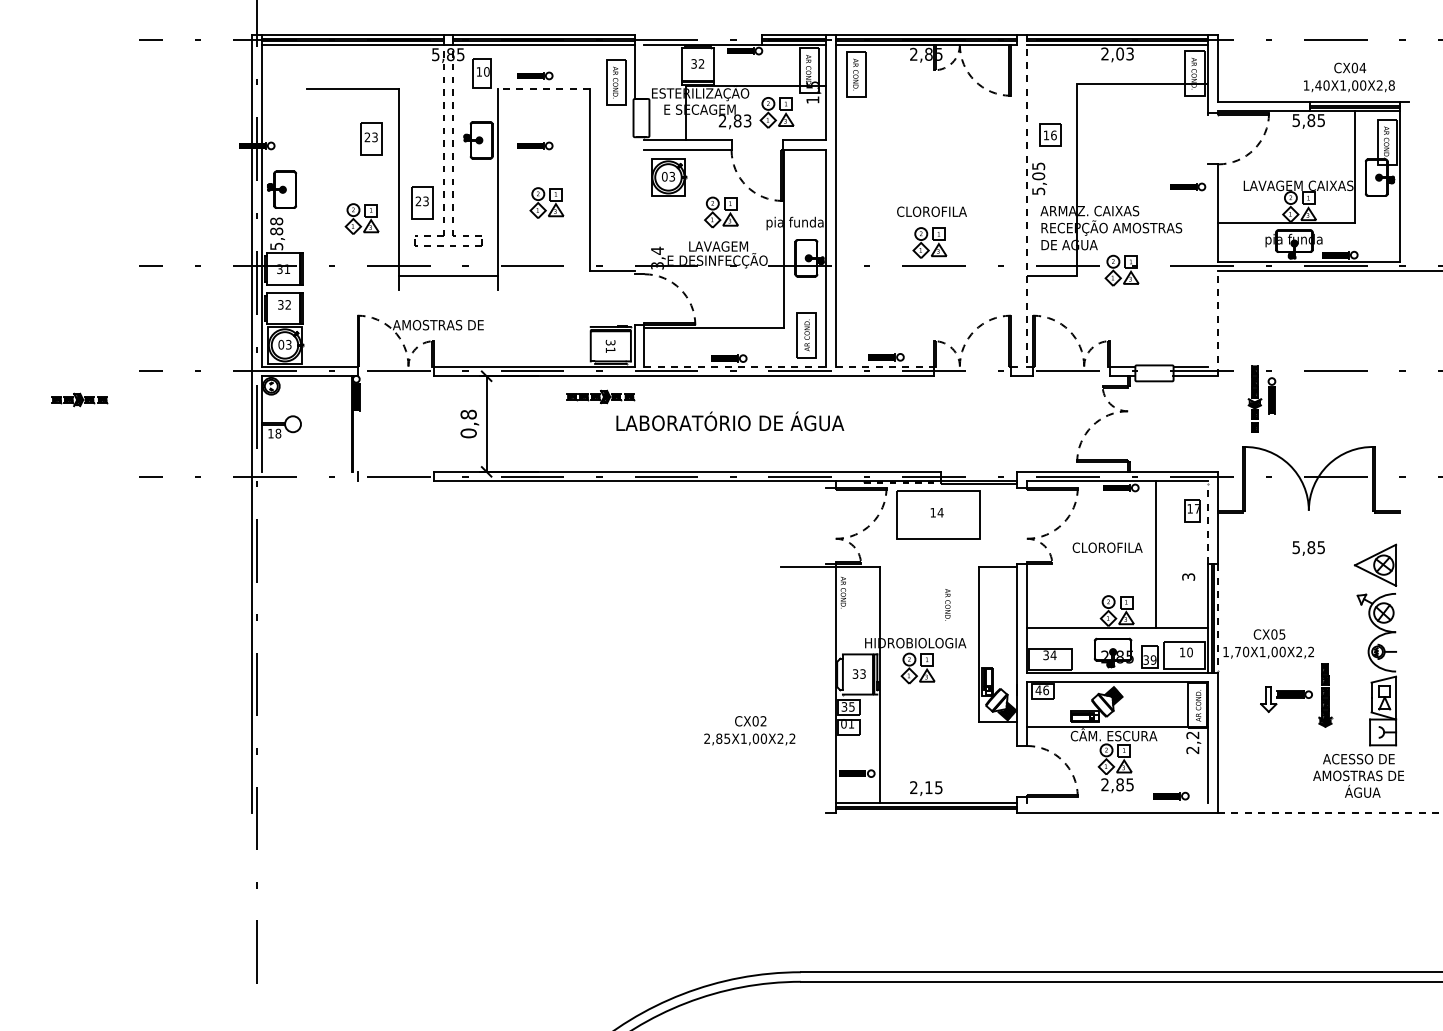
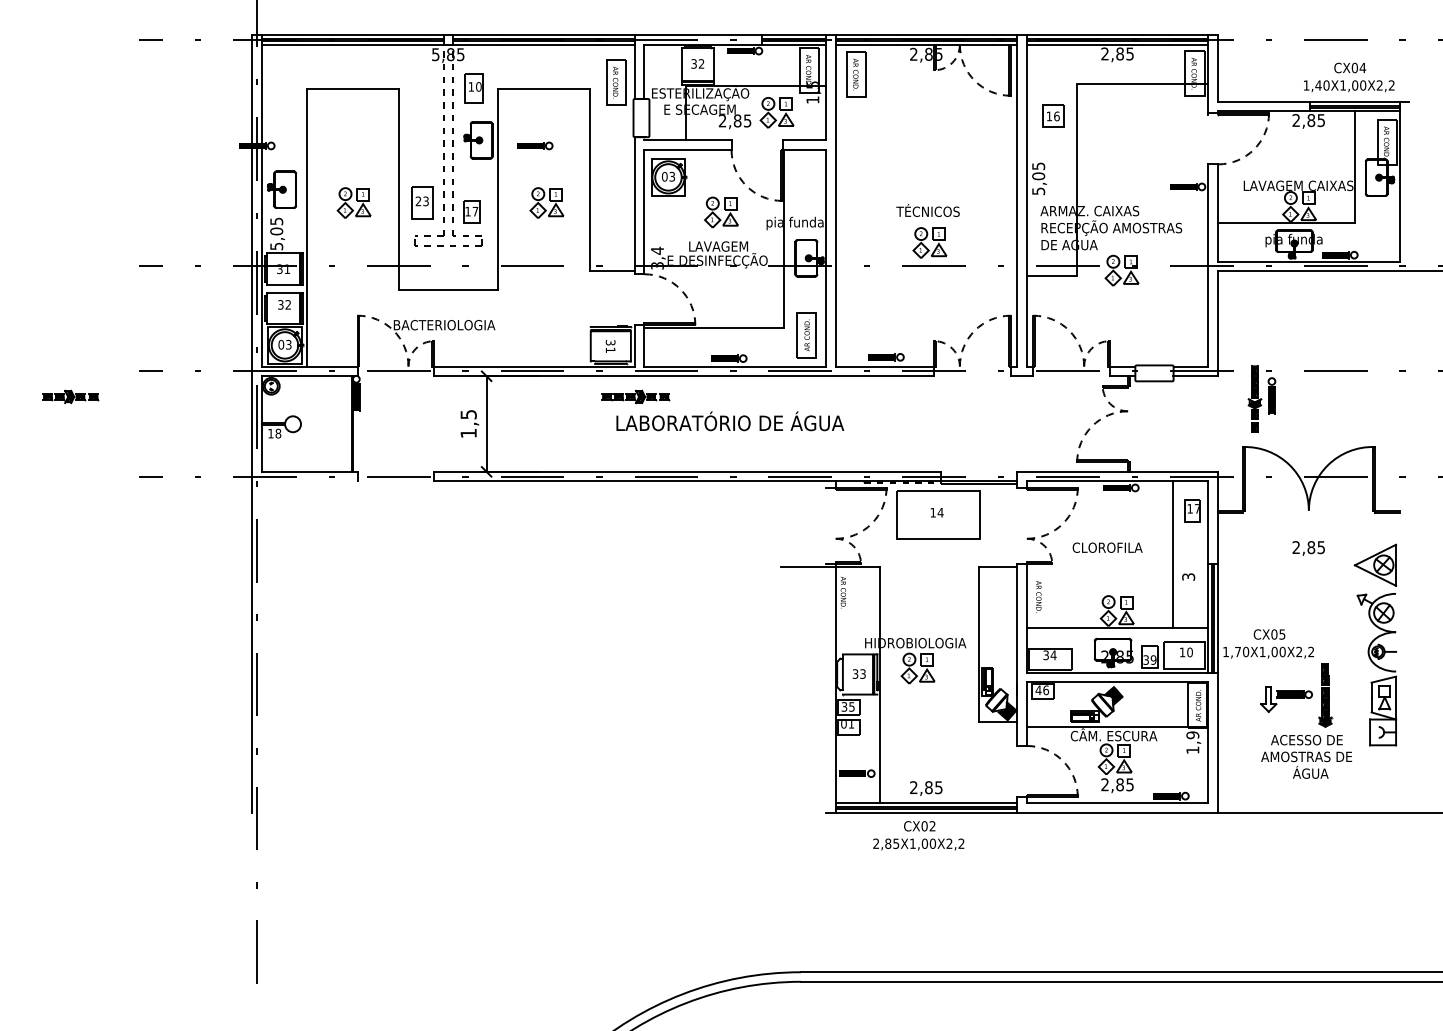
line at (698, 35): none -> present
text at (1124, 53): 2,03 -> 2,85
line at (644, 71): none -> present
part at (481, 73) position: (481, 73) -> (473, 88)
part at (535, 75): present -> none
text at (1391, 85): 1,40X1,00X2,8 -> 1,40X1,00X2,2
line at (543, 89): dashed -> solid
text at (747, 120): 2,83 -> 2,85
text at (1295, 120): 5,85 -> 2,85
part at (1050, 134) position: (1050, 134) -> (1053, 115)
part at (371, 138): present -> none
line at (1026, 200): dashed -> solid
line at (634, 205): none -> present
line at (1017, 205): none -> present
text at (931, 210): CLOROFILA -> TÉCNICOS
part at (471, 211): none -> present
line at (644, 211): none -> present
part at (361, 218) position: (361, 218) -> (353, 202)
text at (276, 226): 5,88 -> 5,05
line at (306, 227): none -> present
line at (1208, 265): none -> present
line at (447, 276) position: (447, 276) -> (447, 290)
line at (1218, 323): dashed -> solid
text at (444, 325): AMOSTRAS DE -> BACTERIOLOGIA
line at (735, 366): dashed -> solid
line at (885, 366): dashed -> solid
part at (600, 396) position: (600, 396) -> (635, 396)
part at (79, 399) position: (79, 399) -> (70, 396)
text at (468, 423): 0,8 -> 1,5
line at (309, 471): none -> present
line at (1208, 522): dashed -> solid
text at (1295, 547): 5,85 -> 2,85
line at (1155, 554) position: (1155, 554) -> (1172, 554)
text at (947, 604) position: (947, 604) -> (1038, 596)
line at (1218, 618): dashed -> solid
text at (749, 730) position: (749, 730) -> (918, 835)
text at (1192, 742): 2,2 -> 1,9
text at (1358, 775) position: (1358, 775) -> (1306, 756)
text at (928, 787): 2,15 -> 2,85
line at (1117, 803): none -> present
line at (926, 812): none -> present
line at (1330, 812): dashed -> solid
